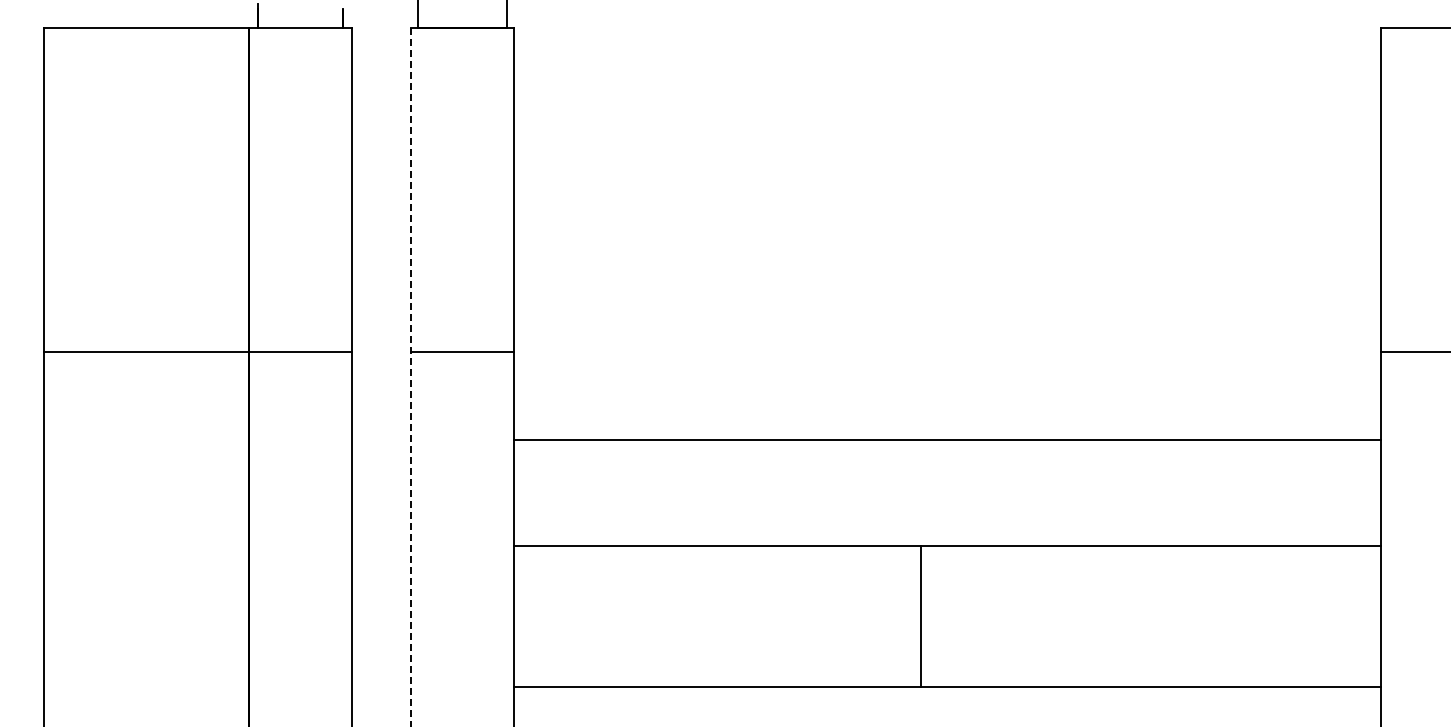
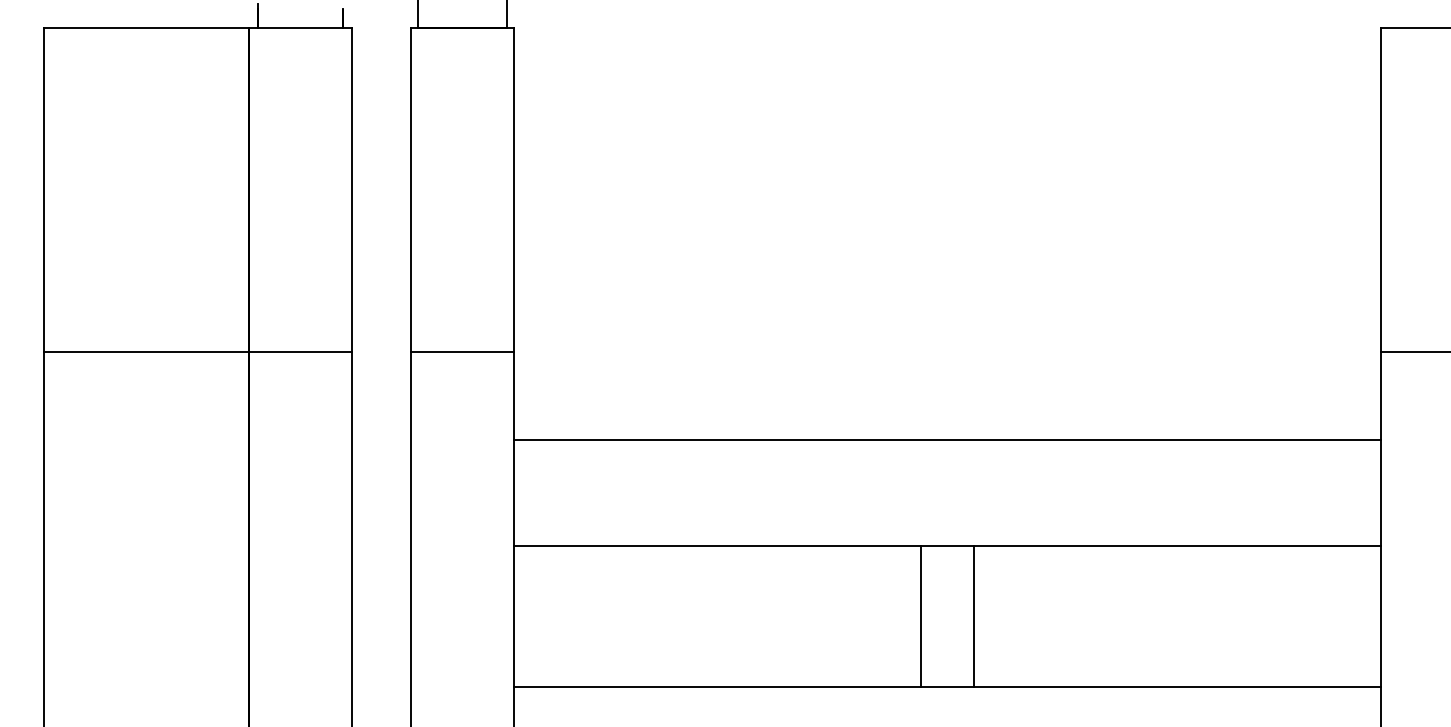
line at (411, 378): dashed -> solid
line at (974, 615): none -> present
